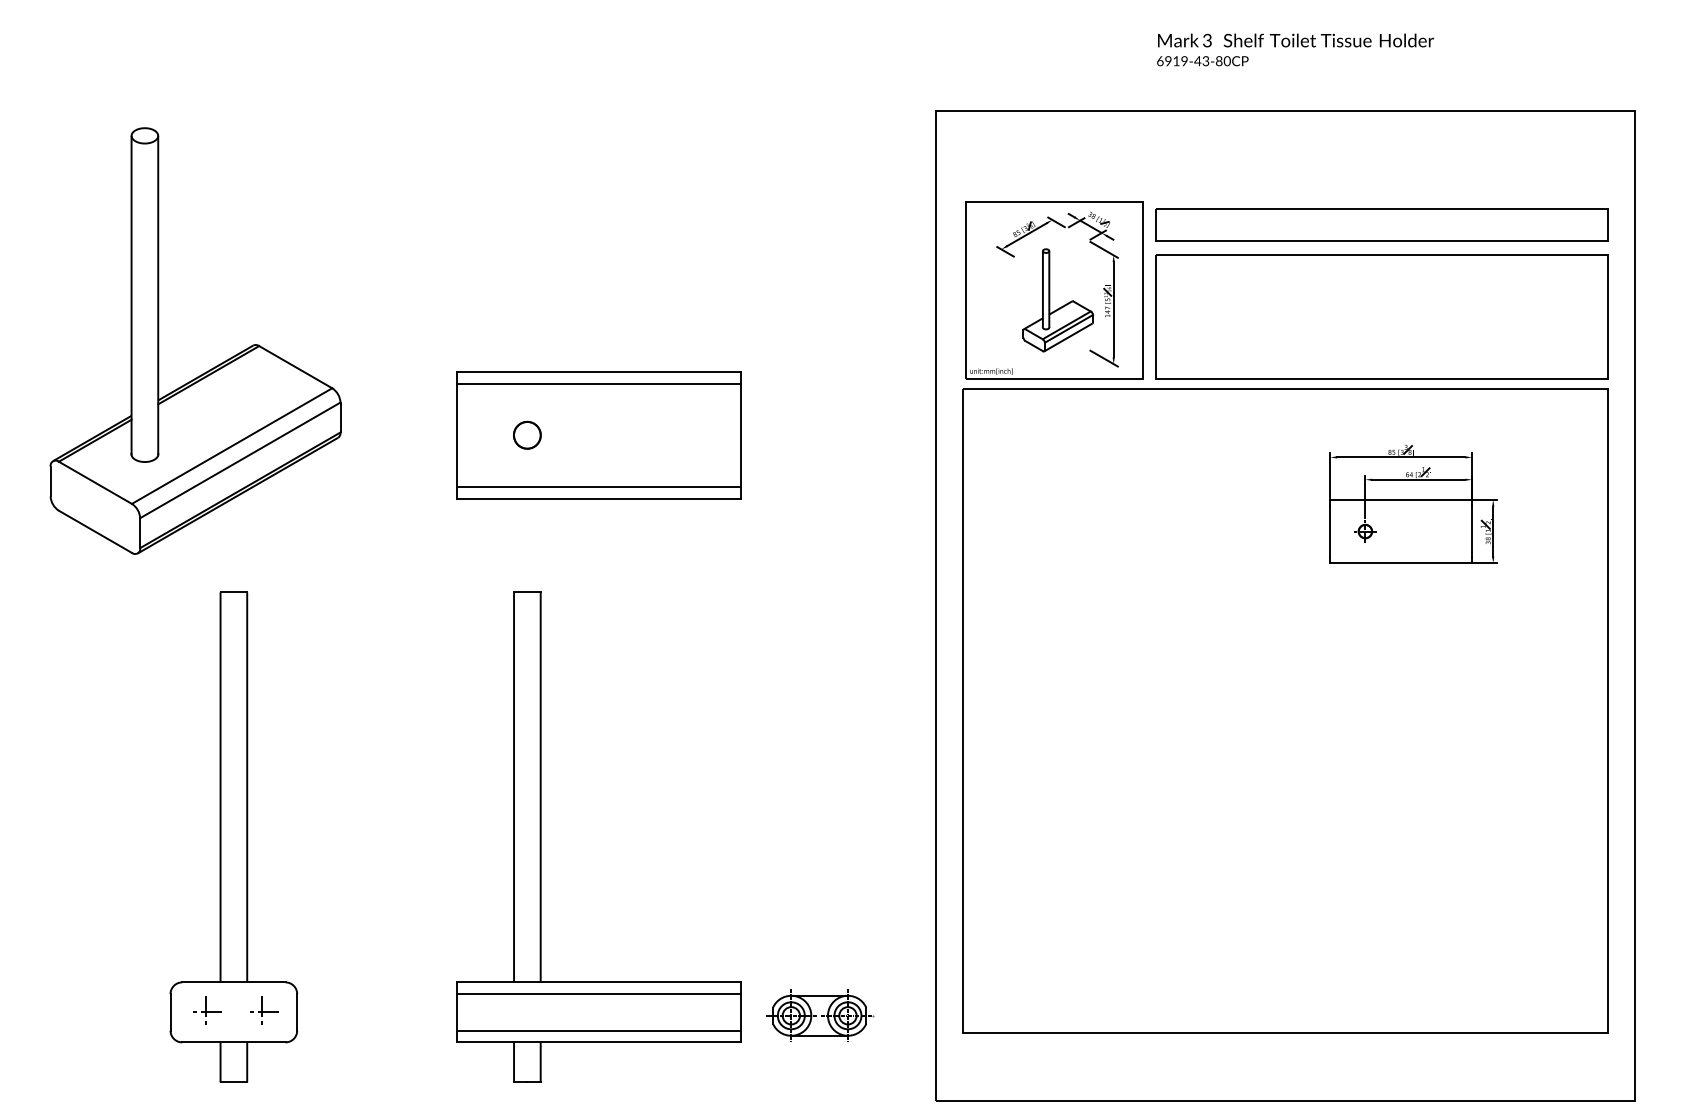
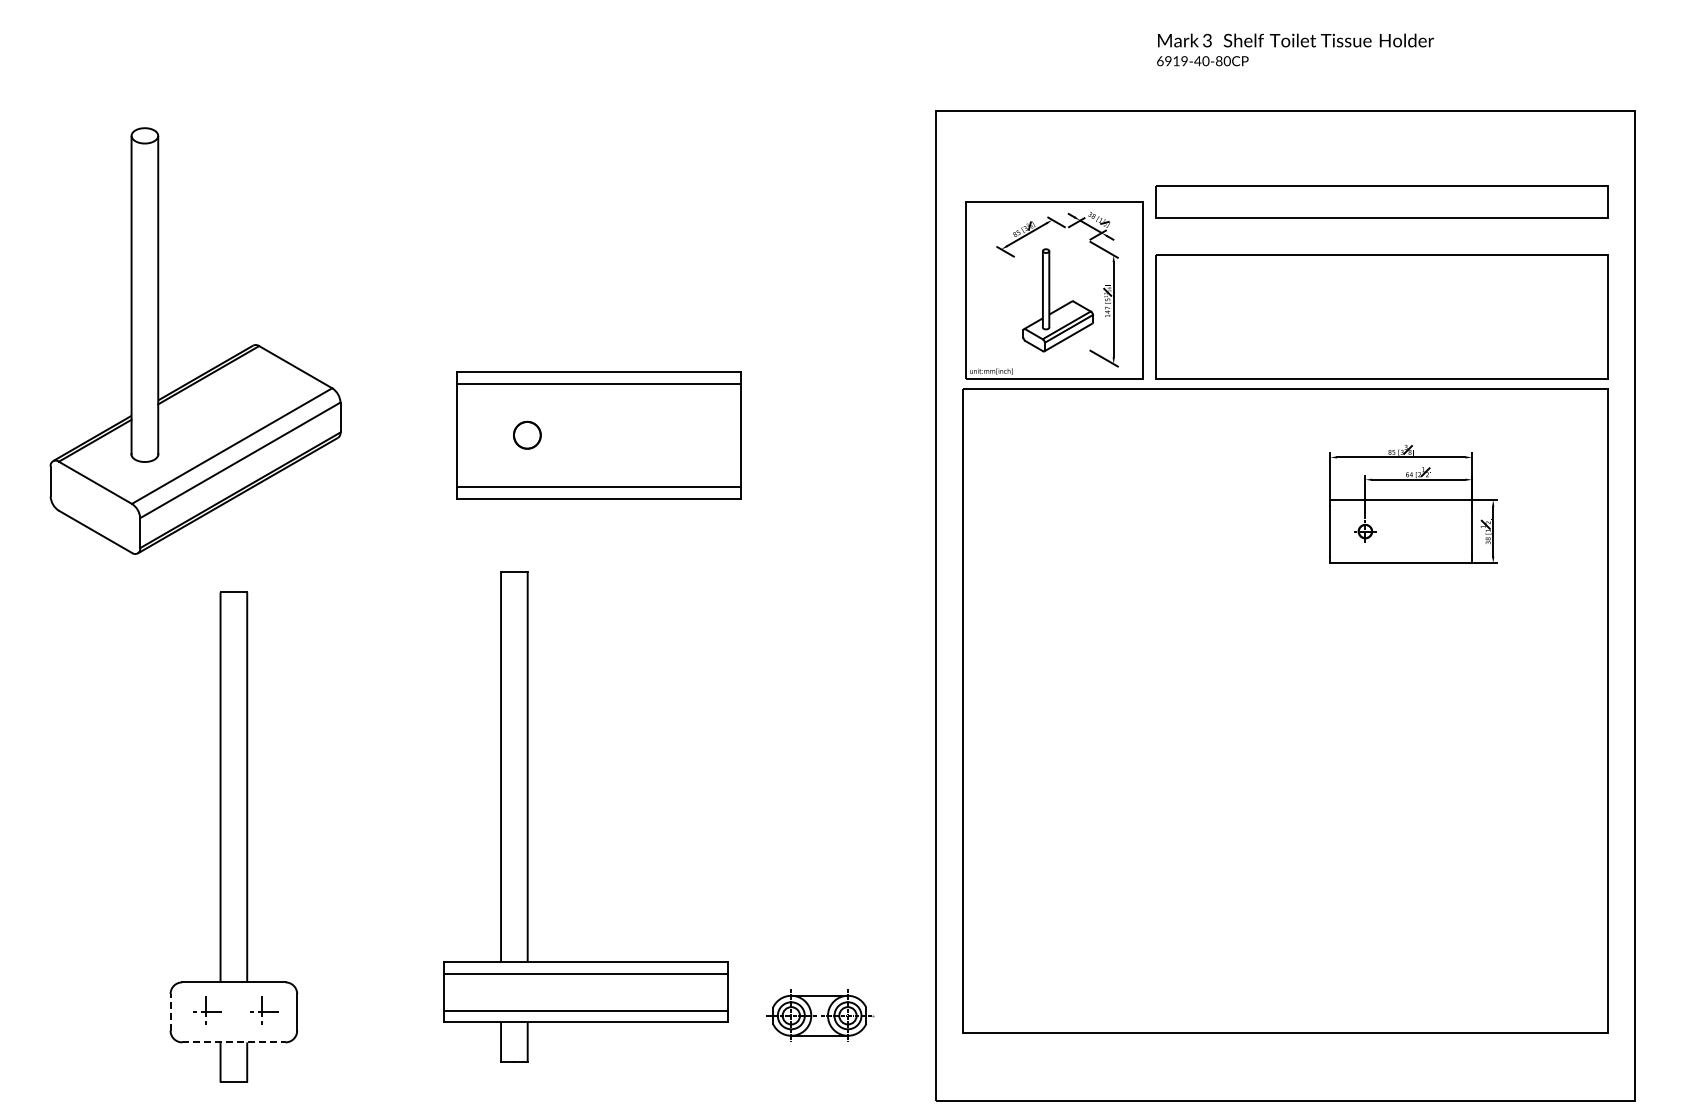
text at (1205, 60): 6919-43-80CP -> 6919-40-80CP
part at (1381, 224) position: (1381, 224) -> (1381, 201)
part at (541, 836) position: (541, 836) -> (528, 816)
line at (170, 1011): solid -> dashed
line at (233, 1042): solid -> dashed
